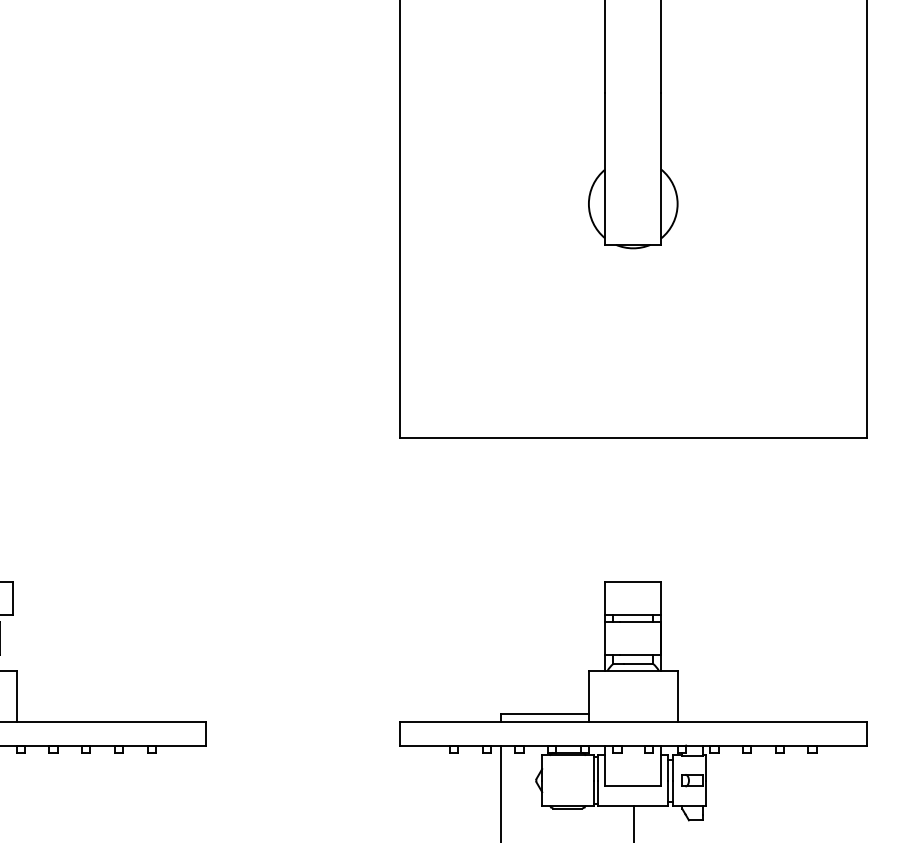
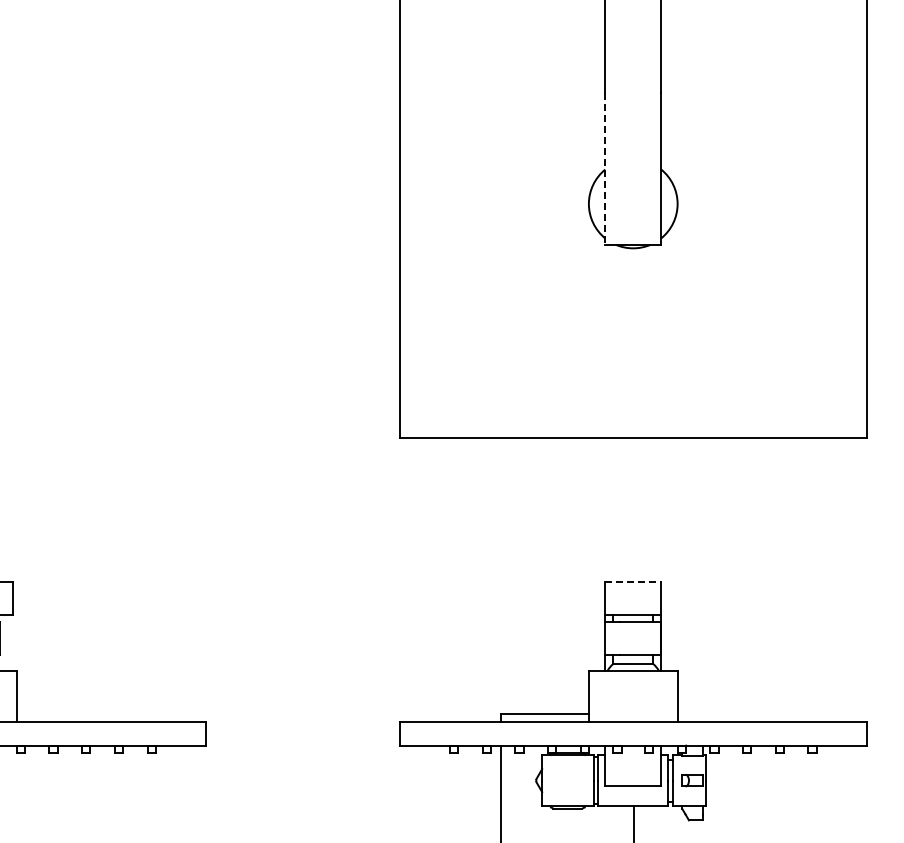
line at (605, 168): solid -> dashed
line at (633, 582): solid -> dashed
